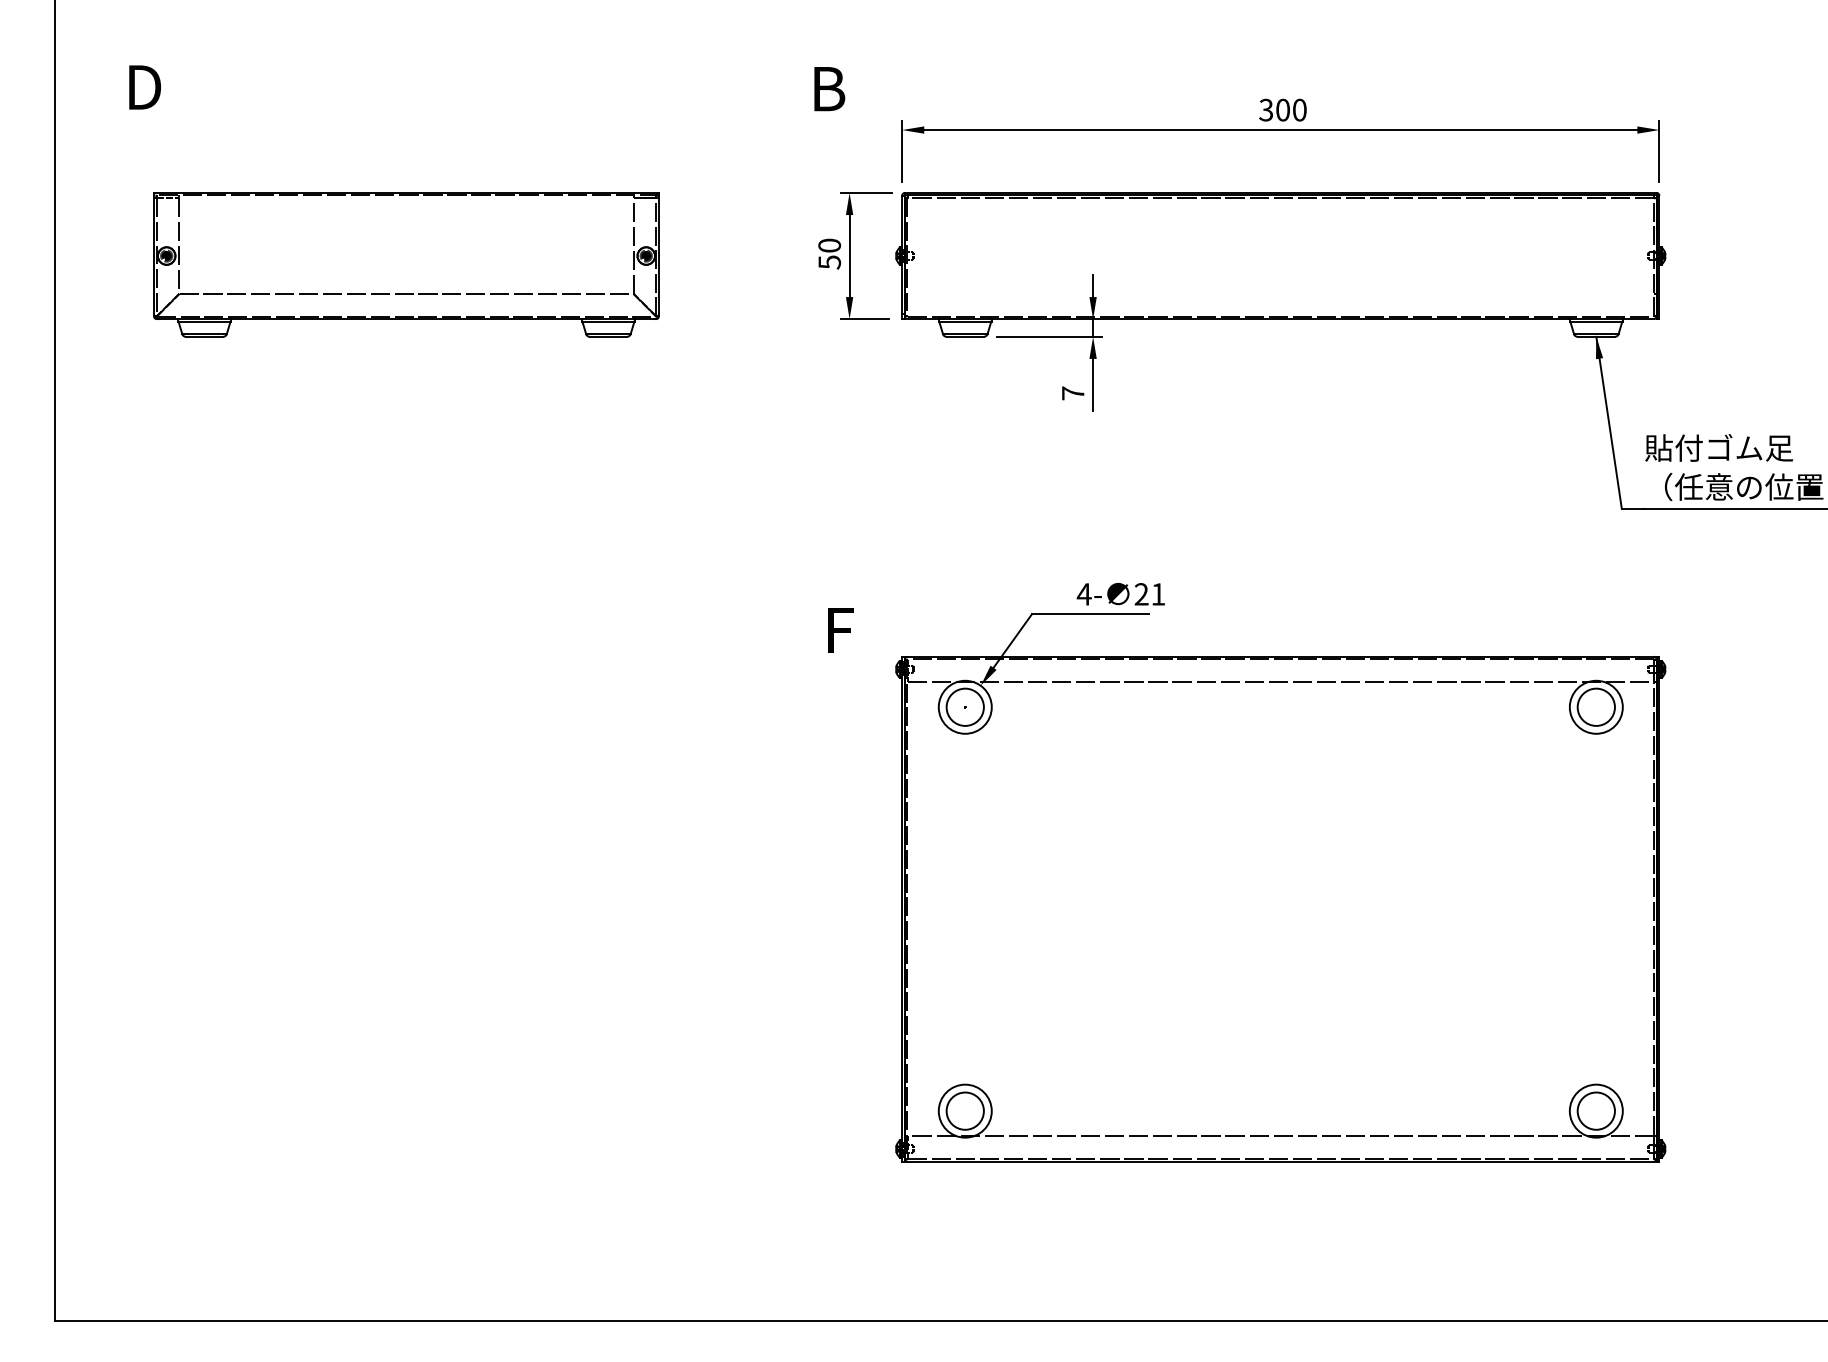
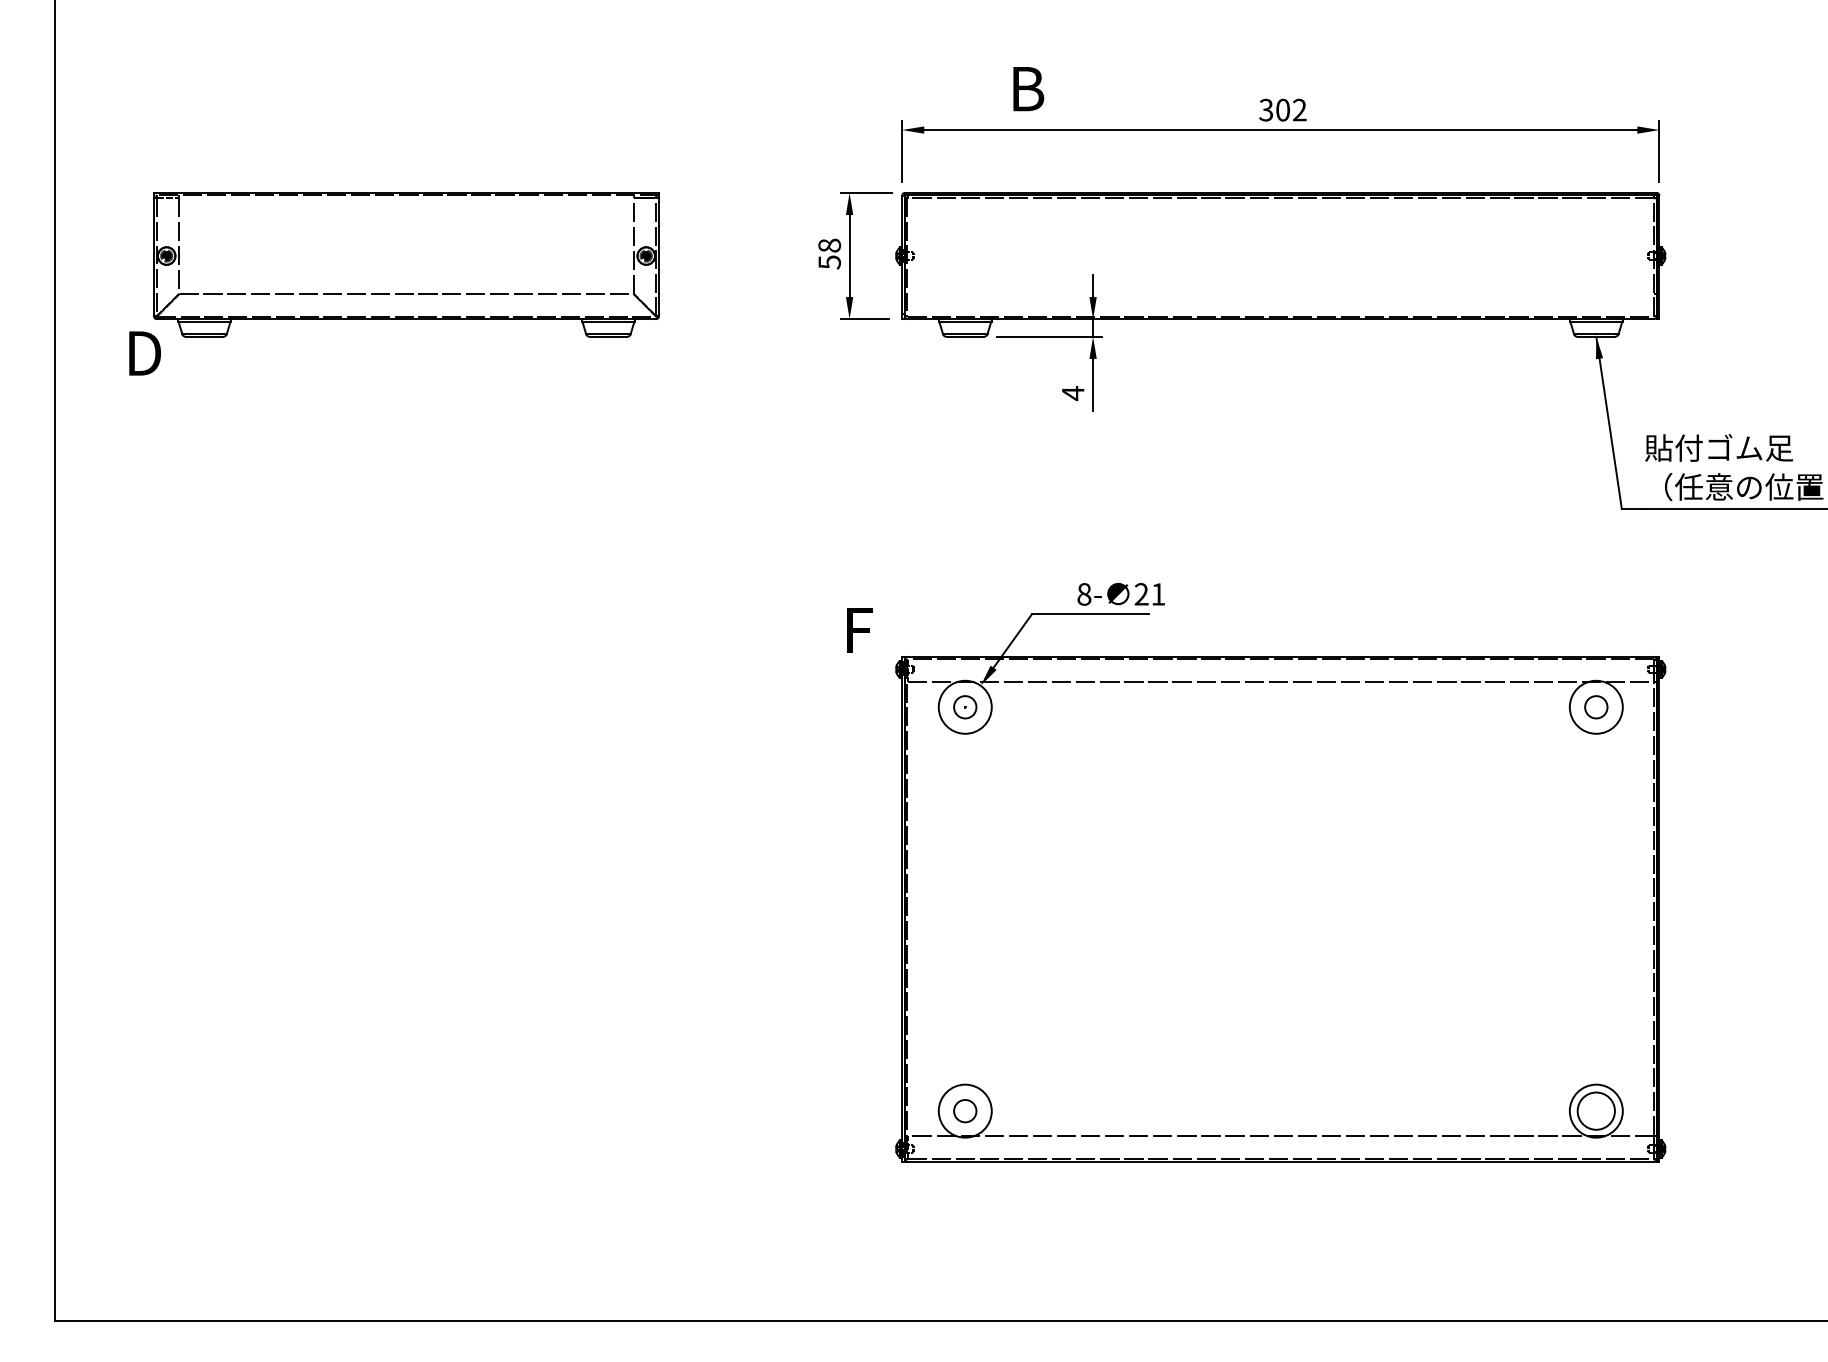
text at (144, 87) position: (144, 87) -> (144, 353)
text at (829, 89) position: (829, 89) -> (1028, 89)
text at (1299, 109): 300 -> 302
text at (829, 245): 50 -> 58
text at (1073, 393): 7 -> 4
text at (1083, 594): 4- -> 8-
text at (840, 630) position: (840, 630) -> (859, 630)
circle at (964, 706) diameter: 37 px -> 22 px
circle at (1595, 706) diameter: 37 px -> 22 px
circle at (964, 1110) diameter: 37 px -> 22 px
